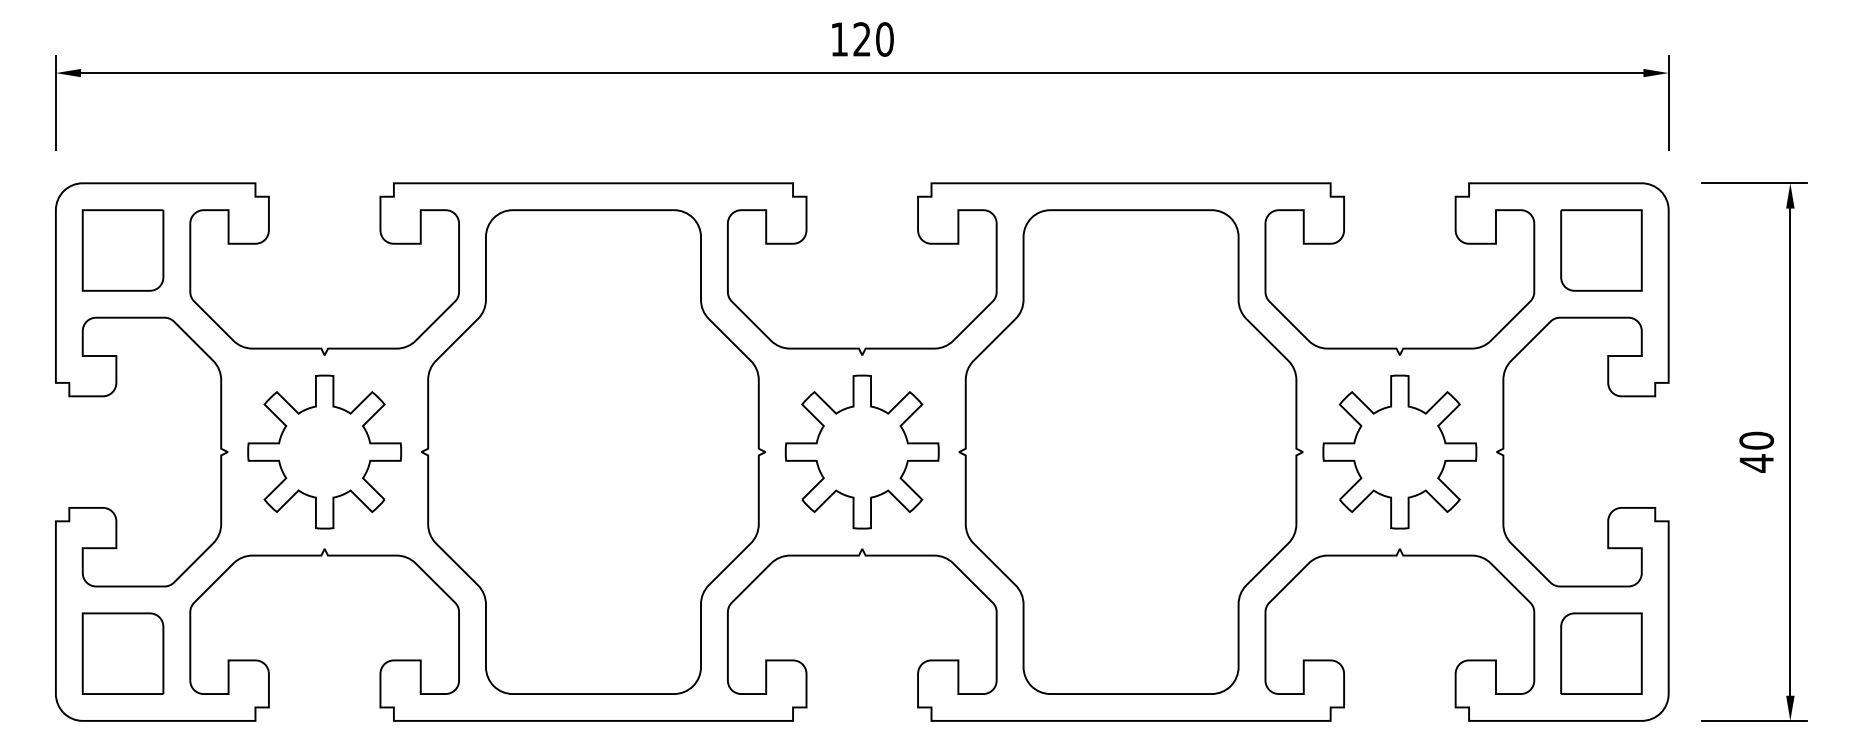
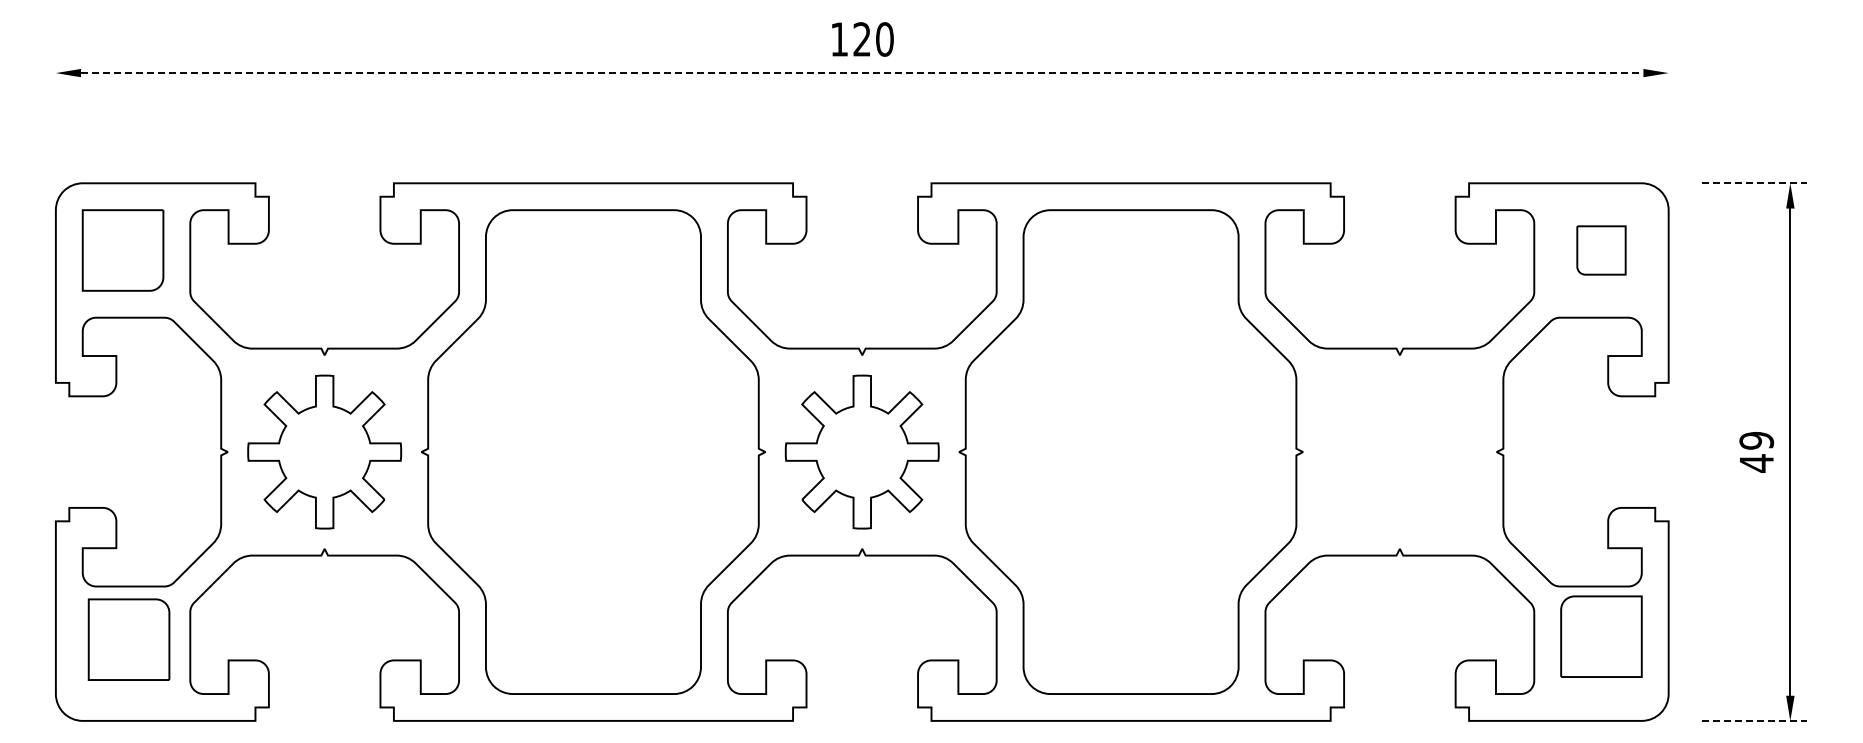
line at (862, 73): solid -> dashed
line at (55, 102): present -> none
line at (1668, 102): present -> none
line at (1755, 183): solid -> dashed
part at (1601, 250) size: 83x83 px -> 51x51 px
text at (1756, 440): 40 -> 49
part at (1399, 451): present -> none
part at (122, 653) position: (122, 653) -> (128, 639)
part at (1601, 653) position: (1601, 653) -> (1601, 636)
line at (1755, 720): solid -> dashed
